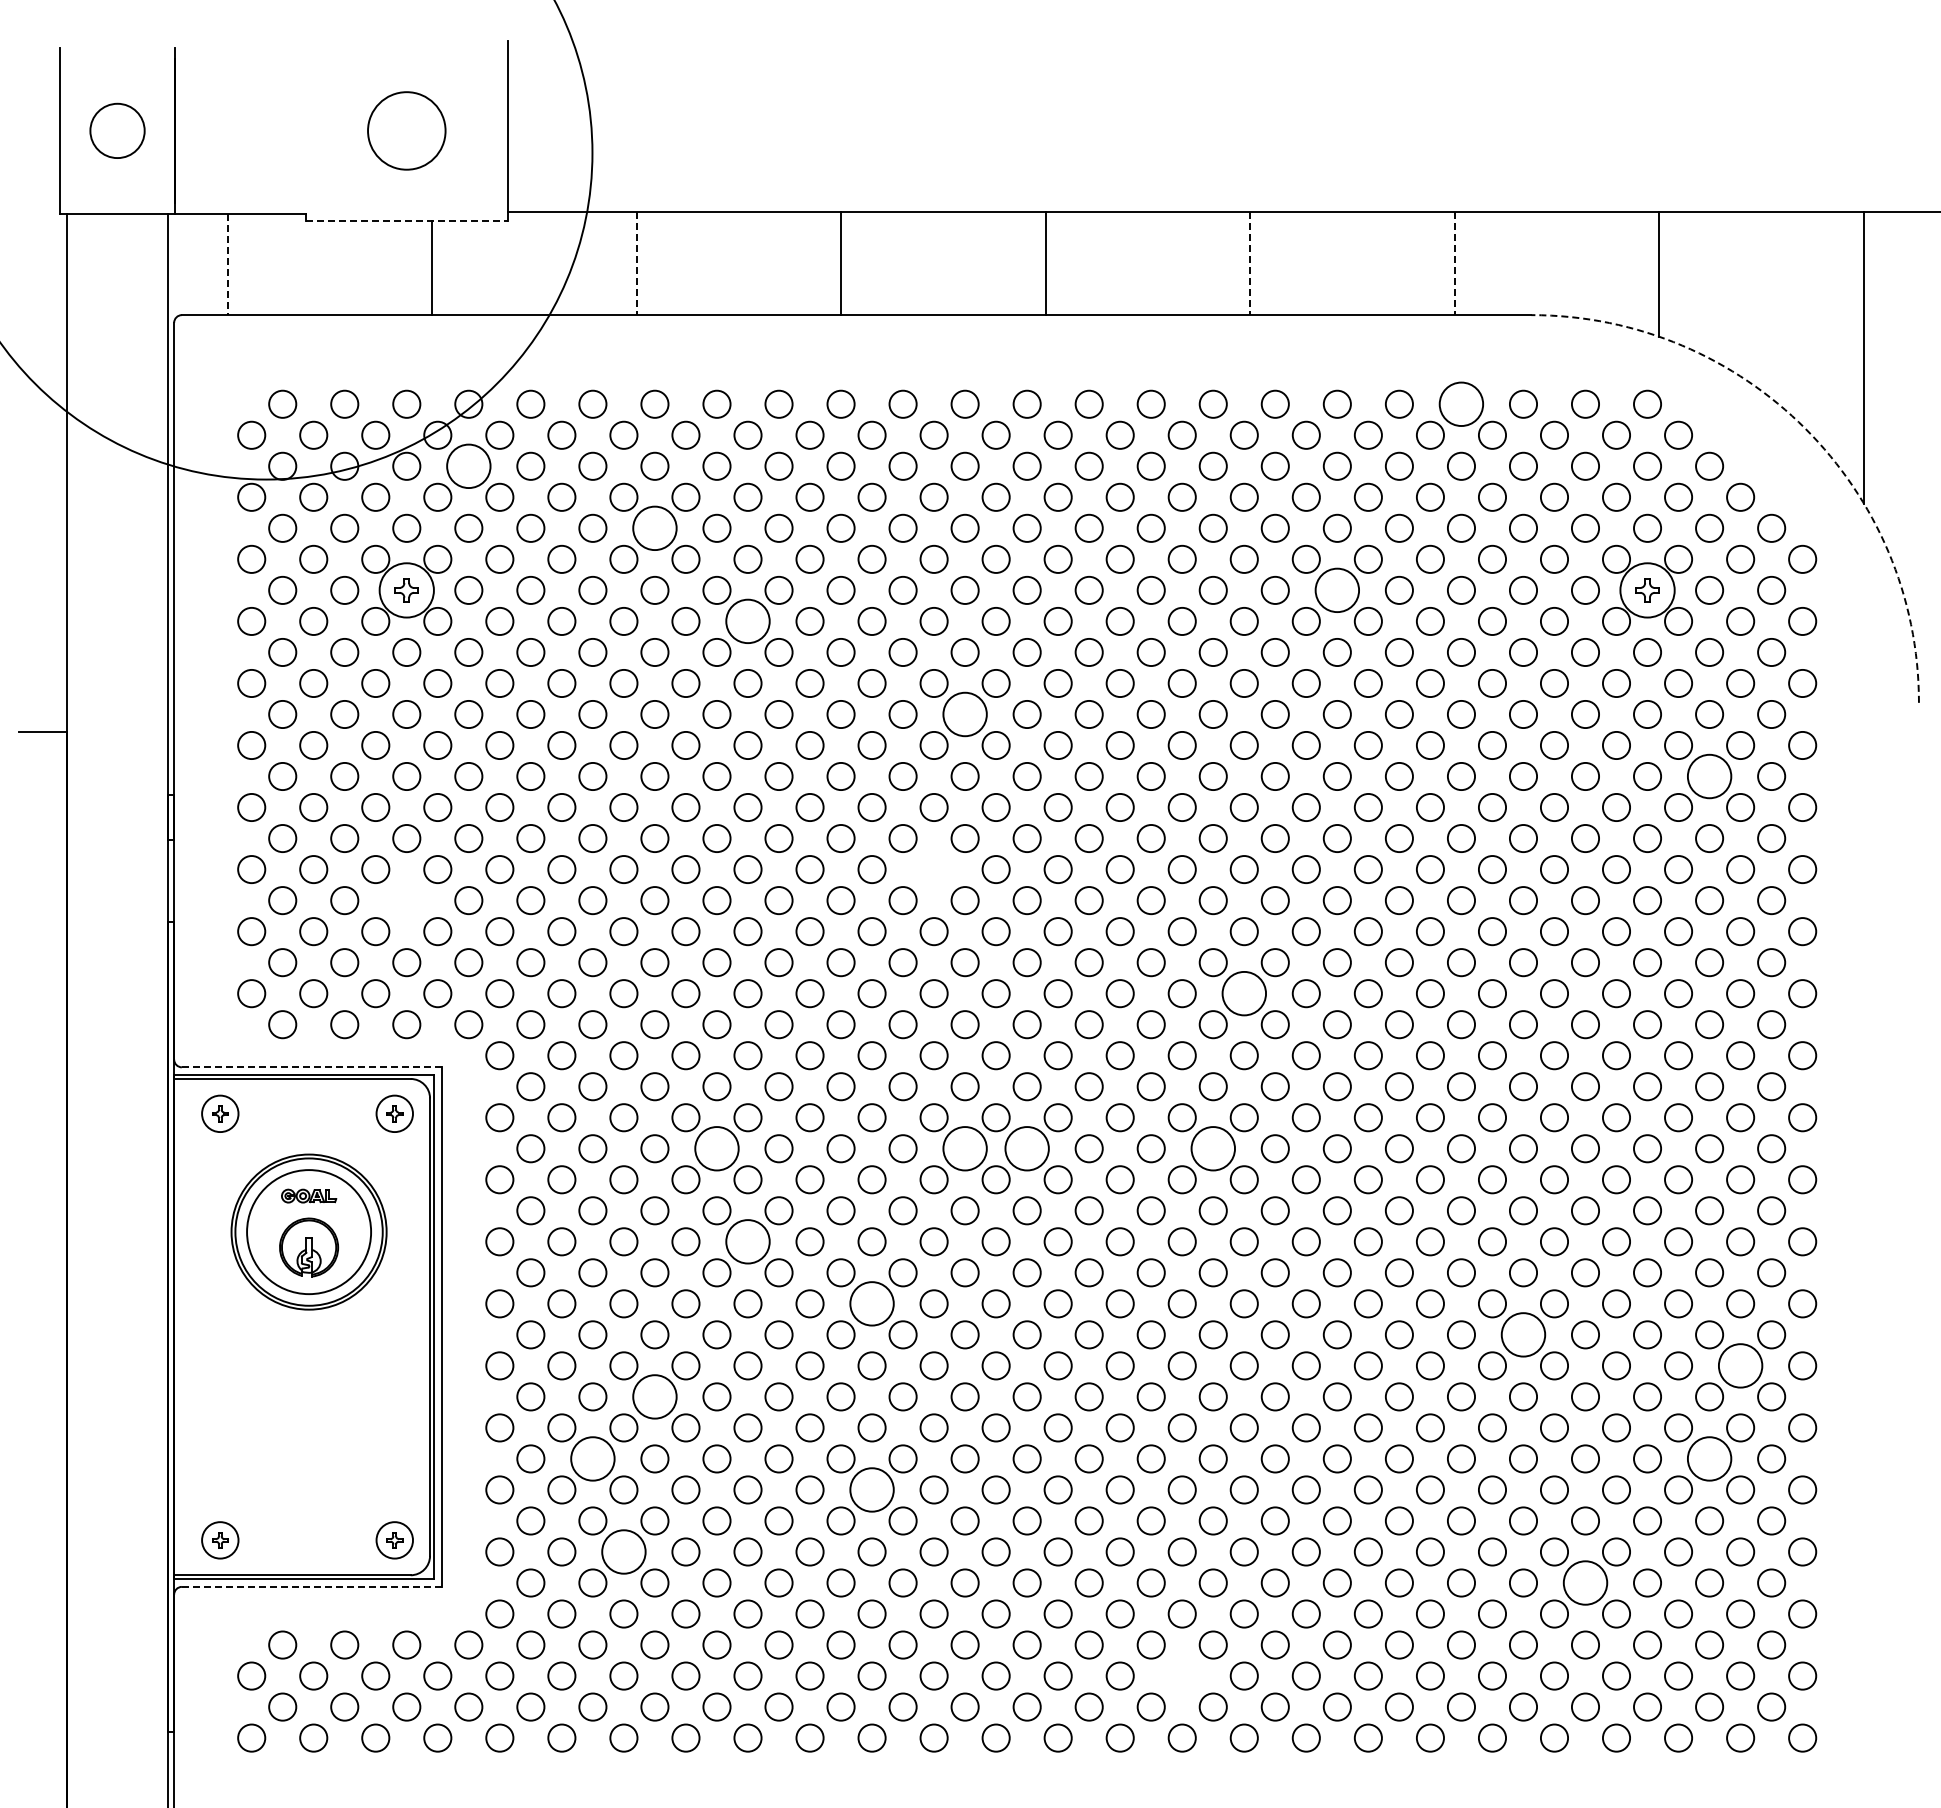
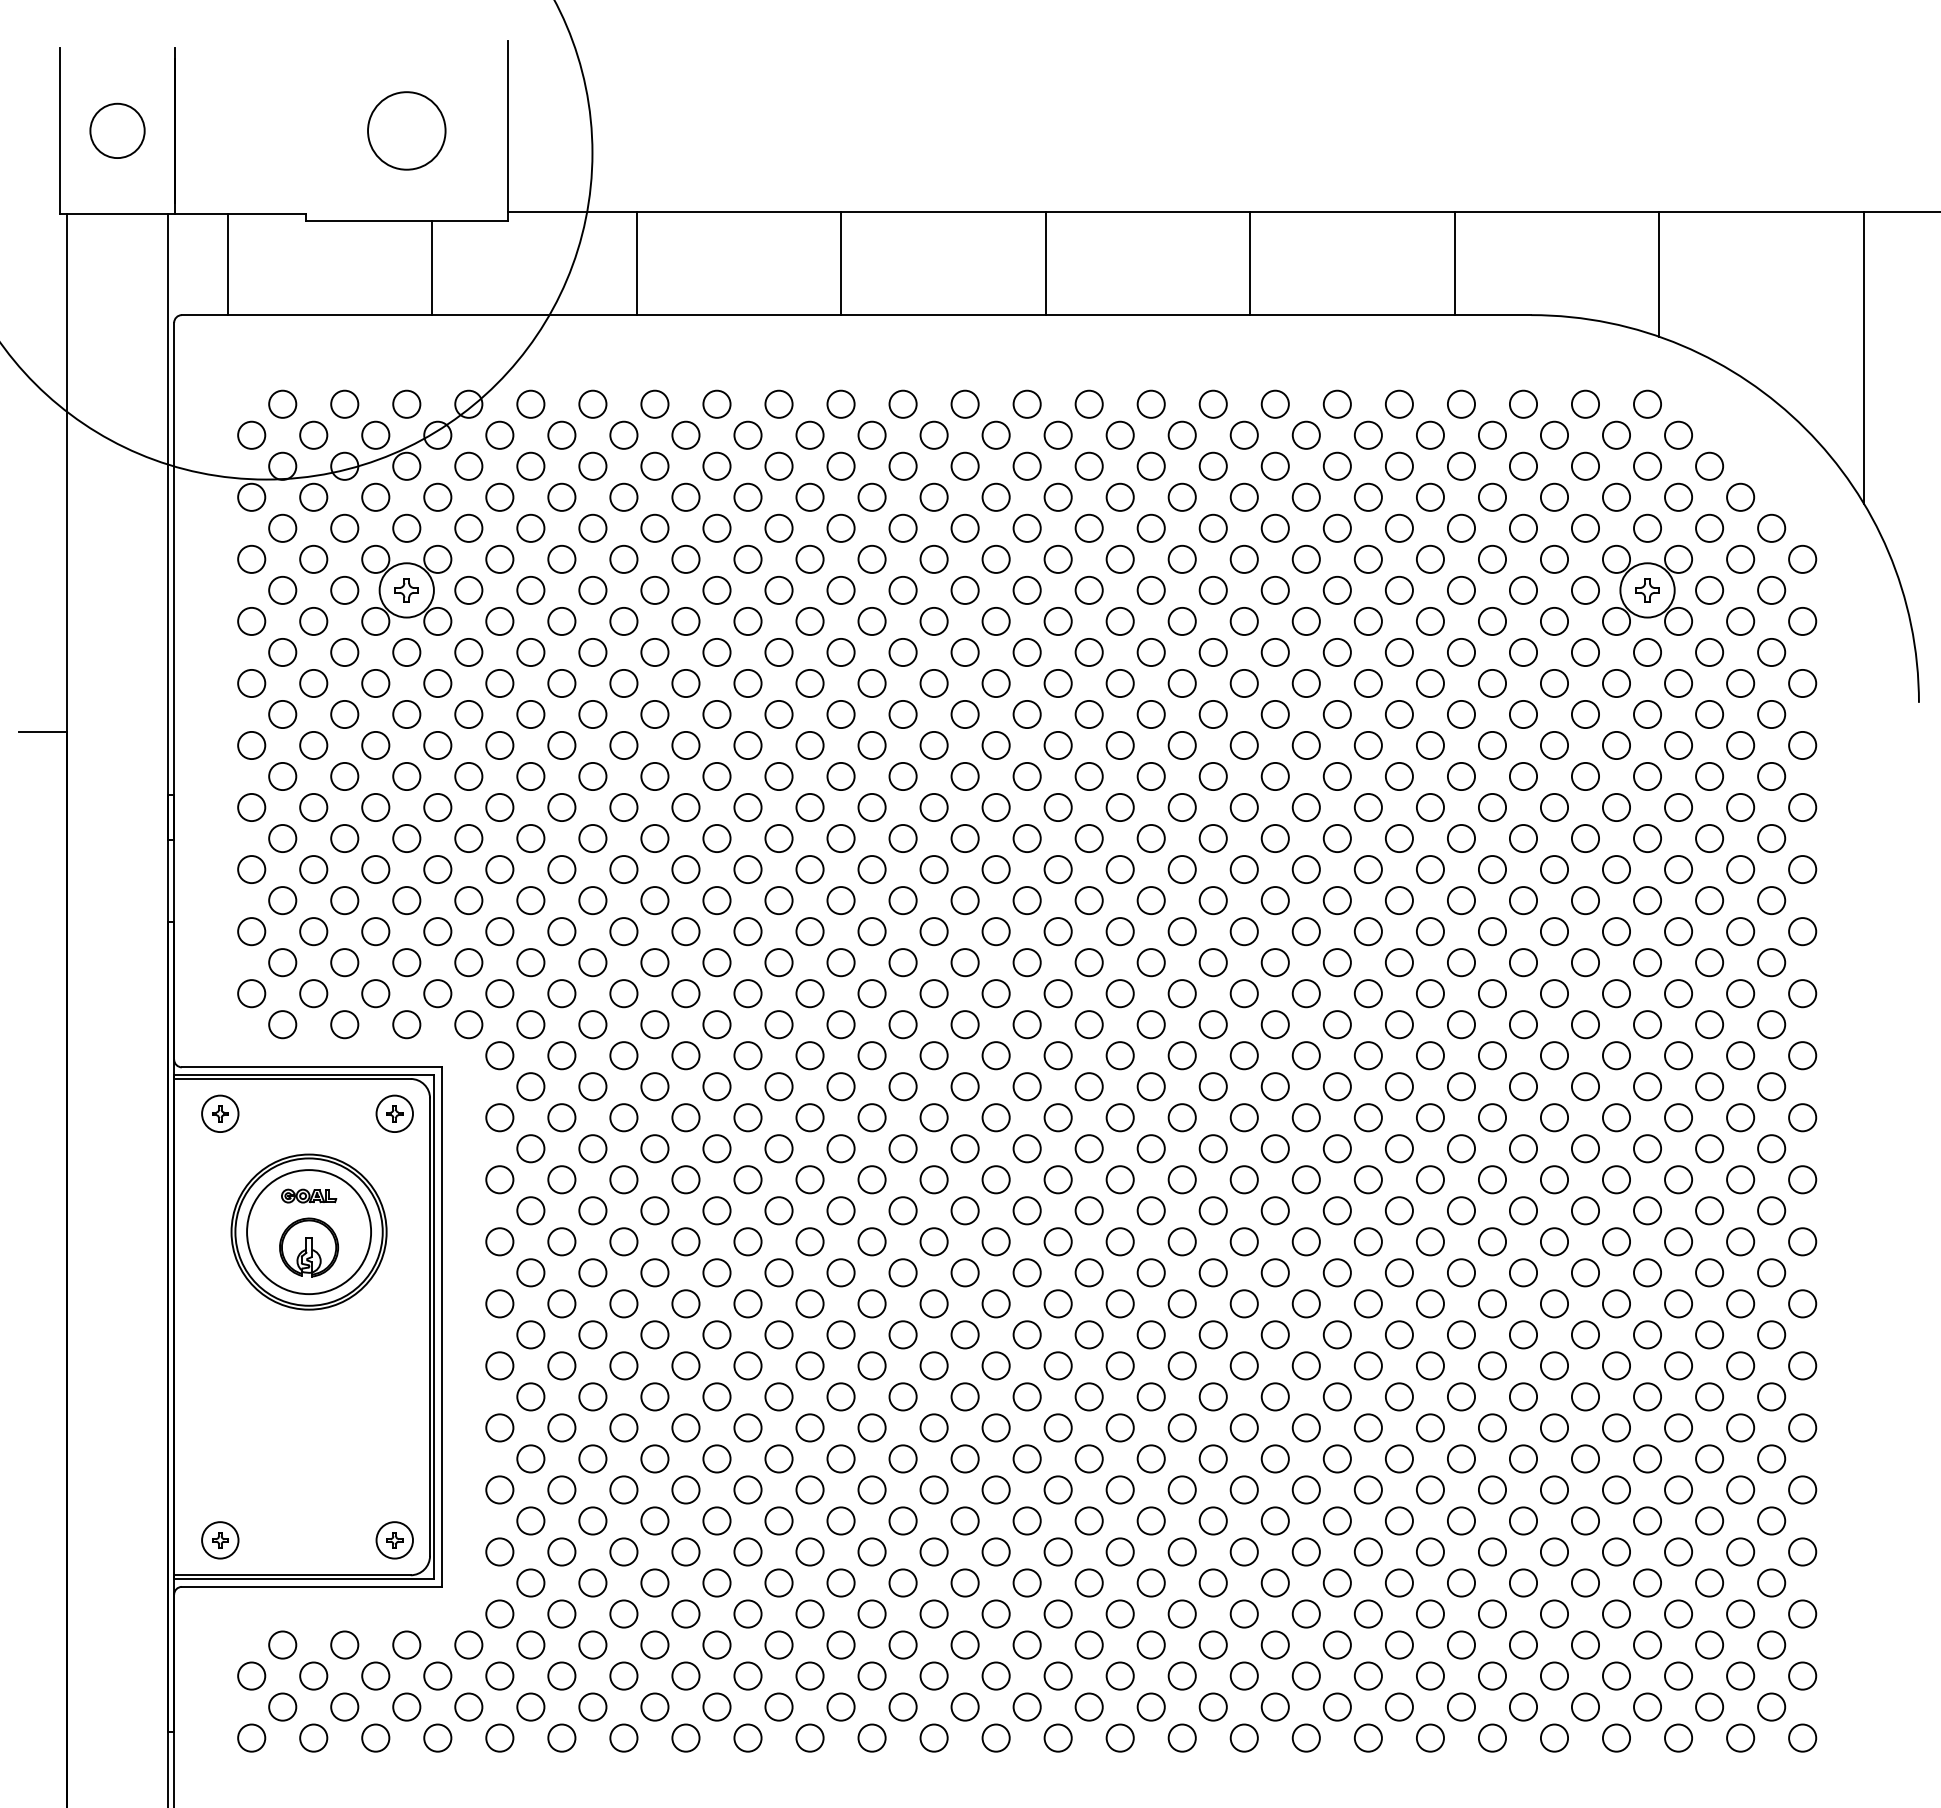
line at (406, 220): dashed -> solid
line at (636, 264): dashed -> solid
line at (1250, 264): dashed -> solid
line at (1454, 264): dashed -> solid
line at (227, 265): dashed -> solid
circle at (1461, 404) diameter: 43 px -> 27 px
arc at (1805, 428): dashed -> solid
circle at (468, 466) diameter: 43 px -> 27 px
circle at (654, 528) diameter: 43 px -> 27 px
circle at (1337, 590) diameter: 43 px -> 27 px
circle at (747, 621) diameter: 43 px -> 27 px
circle at (964, 714) diameter: 43 px -> 27 px
circle at (1709, 776) diameter: 43 px -> 27 px
circle at (933, 869): none -> present
circle at (406, 900): none -> present
circle at (1244, 993) diameter: 43 px -> 27 px
line at (311, 1067): dashed -> solid
circle at (716, 1148) diameter: 43 px -> 27 px
circle at (964, 1148) diameter: 43 px -> 27 px
circle at (1026, 1148) diameter: 43 px -> 27 px
circle at (1213, 1148) diameter: 43 px -> 27 px
circle at (747, 1241) diameter: 43 px -> 27 px
circle at (871, 1303) diameter: 43 px -> 27 px
circle at (1523, 1334) diameter: 43 px -> 27 px
circle at (1740, 1365) diameter: 43 px -> 27 px
circle at (654, 1396) diameter: 43 px -> 27 px
circle at (592, 1458) diameter: 43 px -> 27 px
circle at (1709, 1458) diameter: 43 px -> 27 px
circle at (871, 1489) diameter: 43 px -> 27 px
circle at (623, 1551) diameter: 43 px -> 27 px
circle at (1585, 1582) diameter: 43 px -> 27 px
line at (311, 1586): dashed -> solid
circle at (1181, 1675): none -> present
